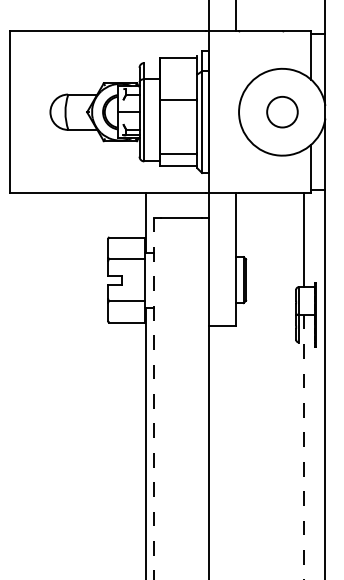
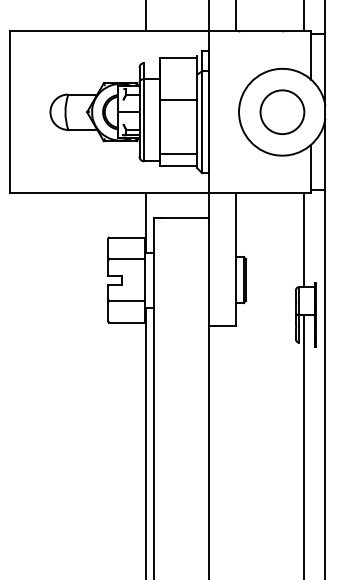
line at (145, 16): none -> present
line at (303, 16): none -> present
circle at (282, 112) size: 33x33 px -> 47x46 px
line at (153, 398): dashed -> solid
line at (303, 447): dashed -> solid
